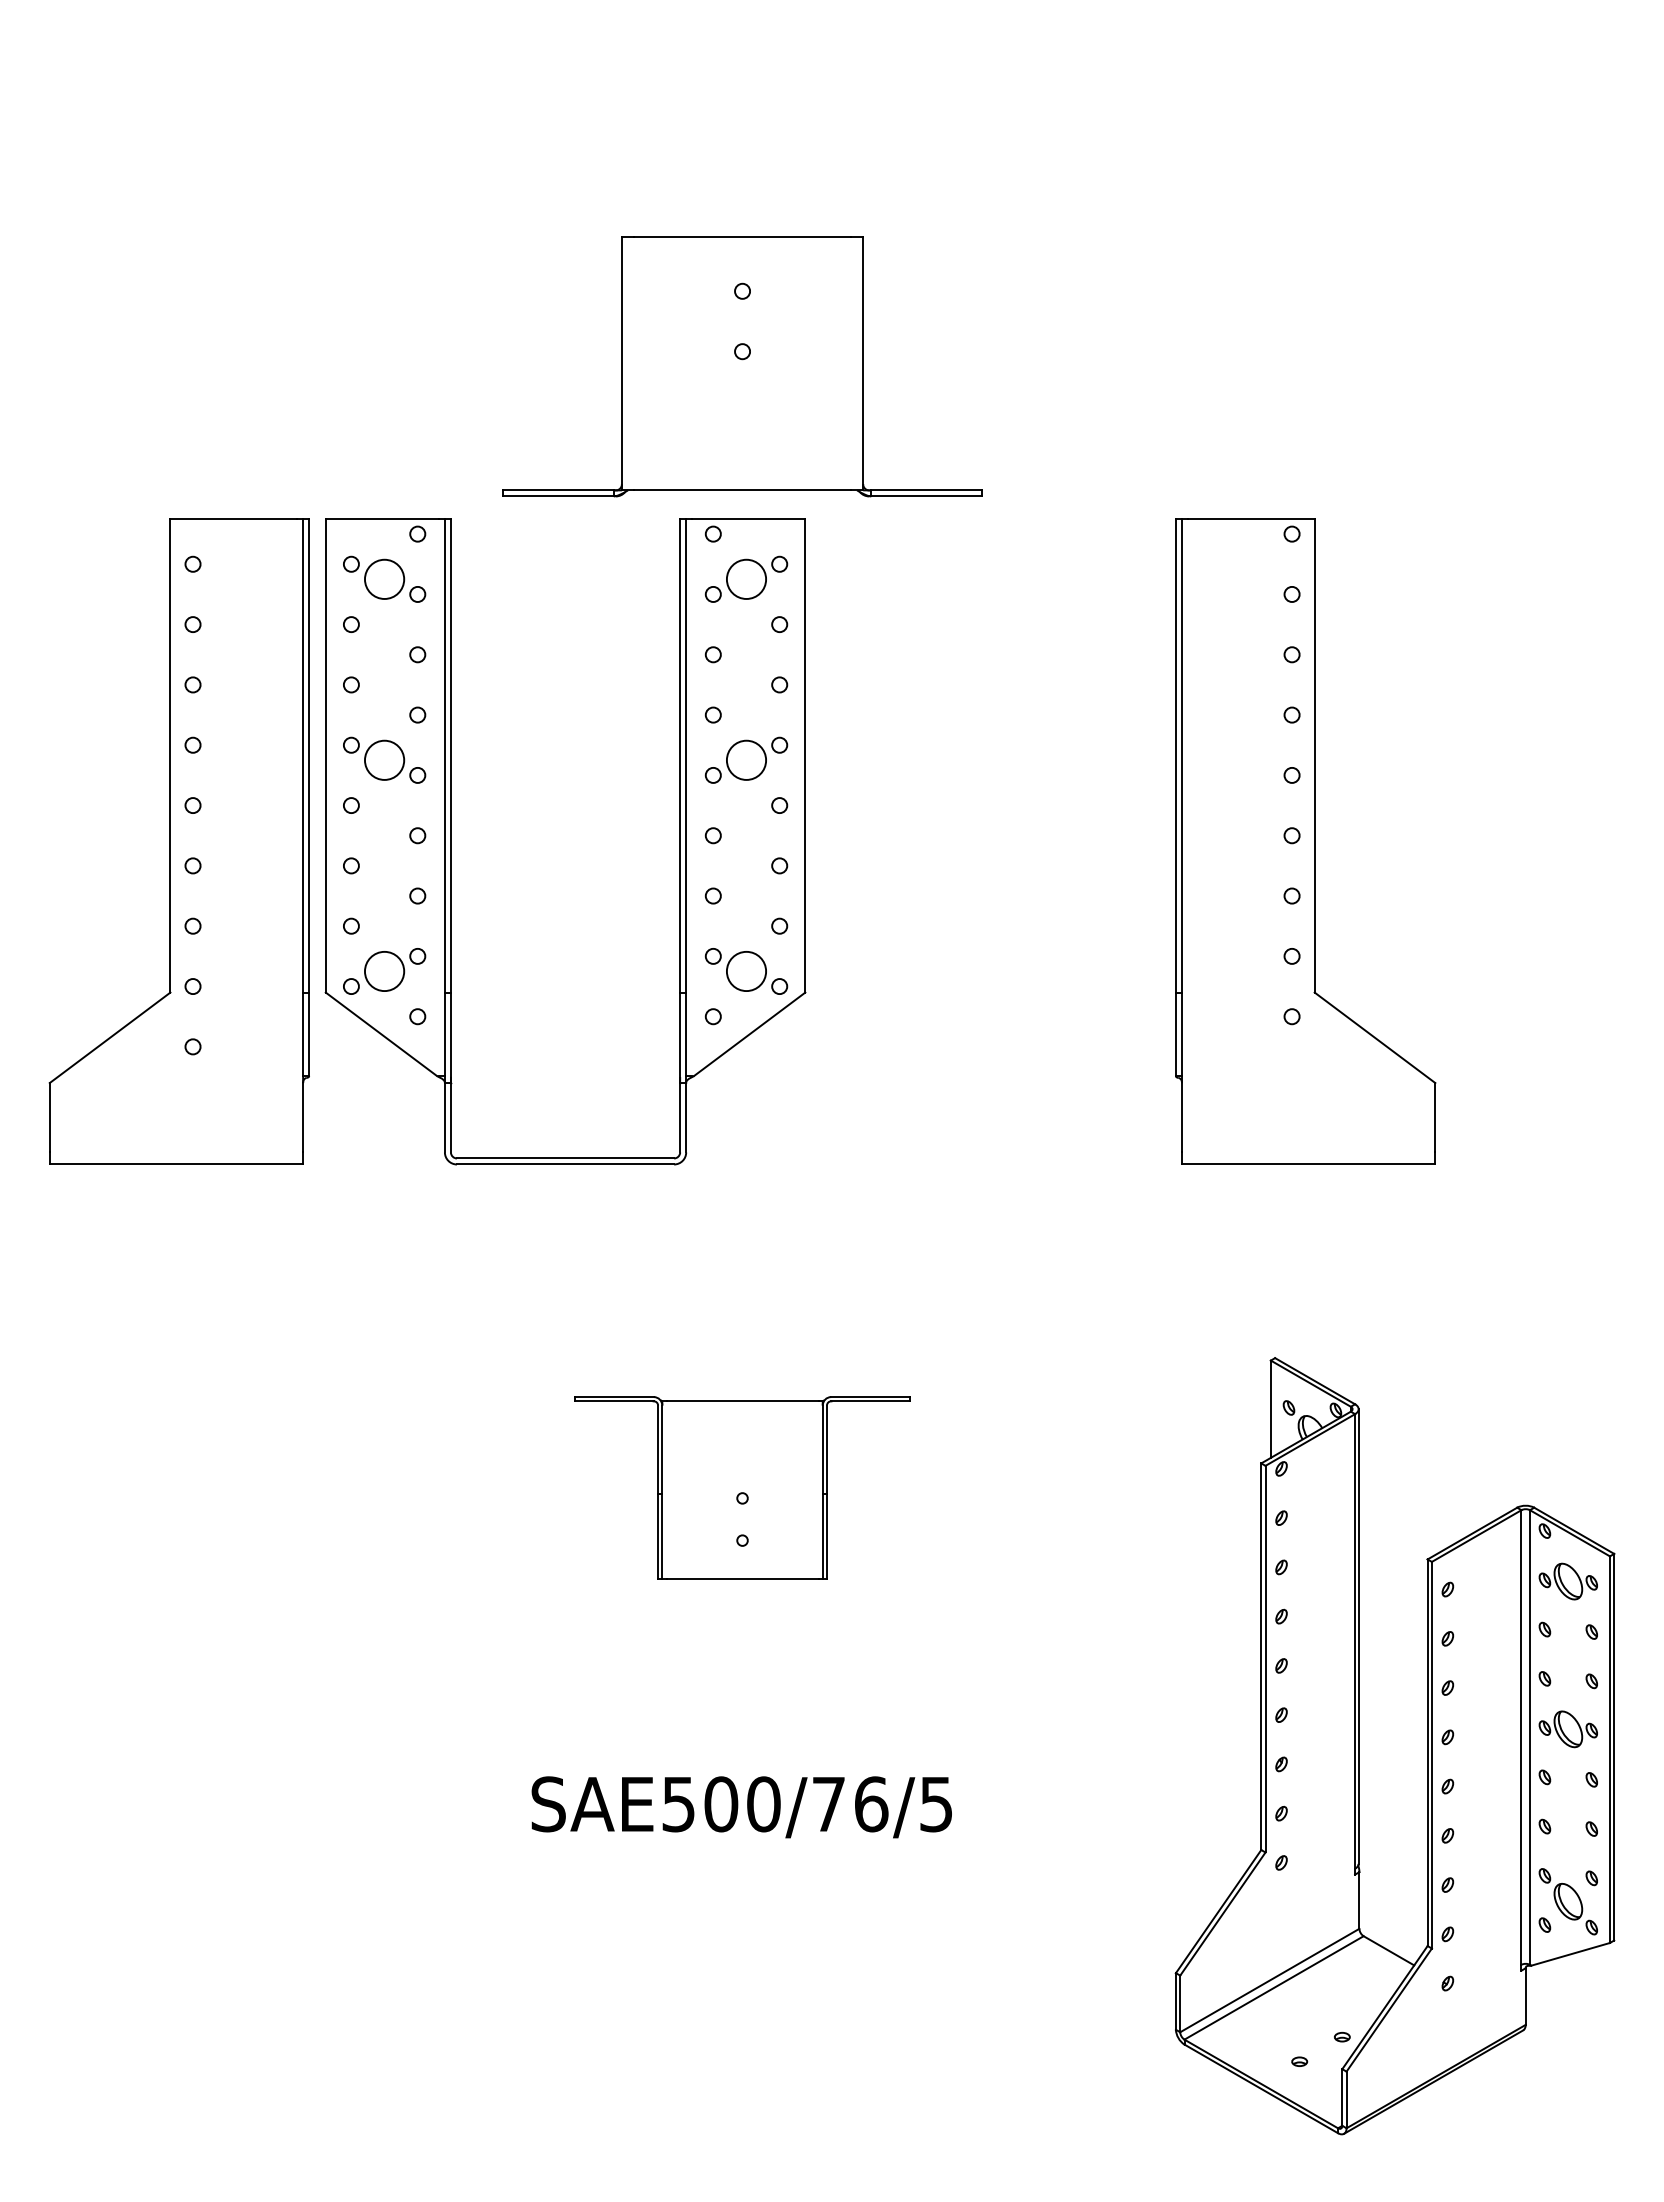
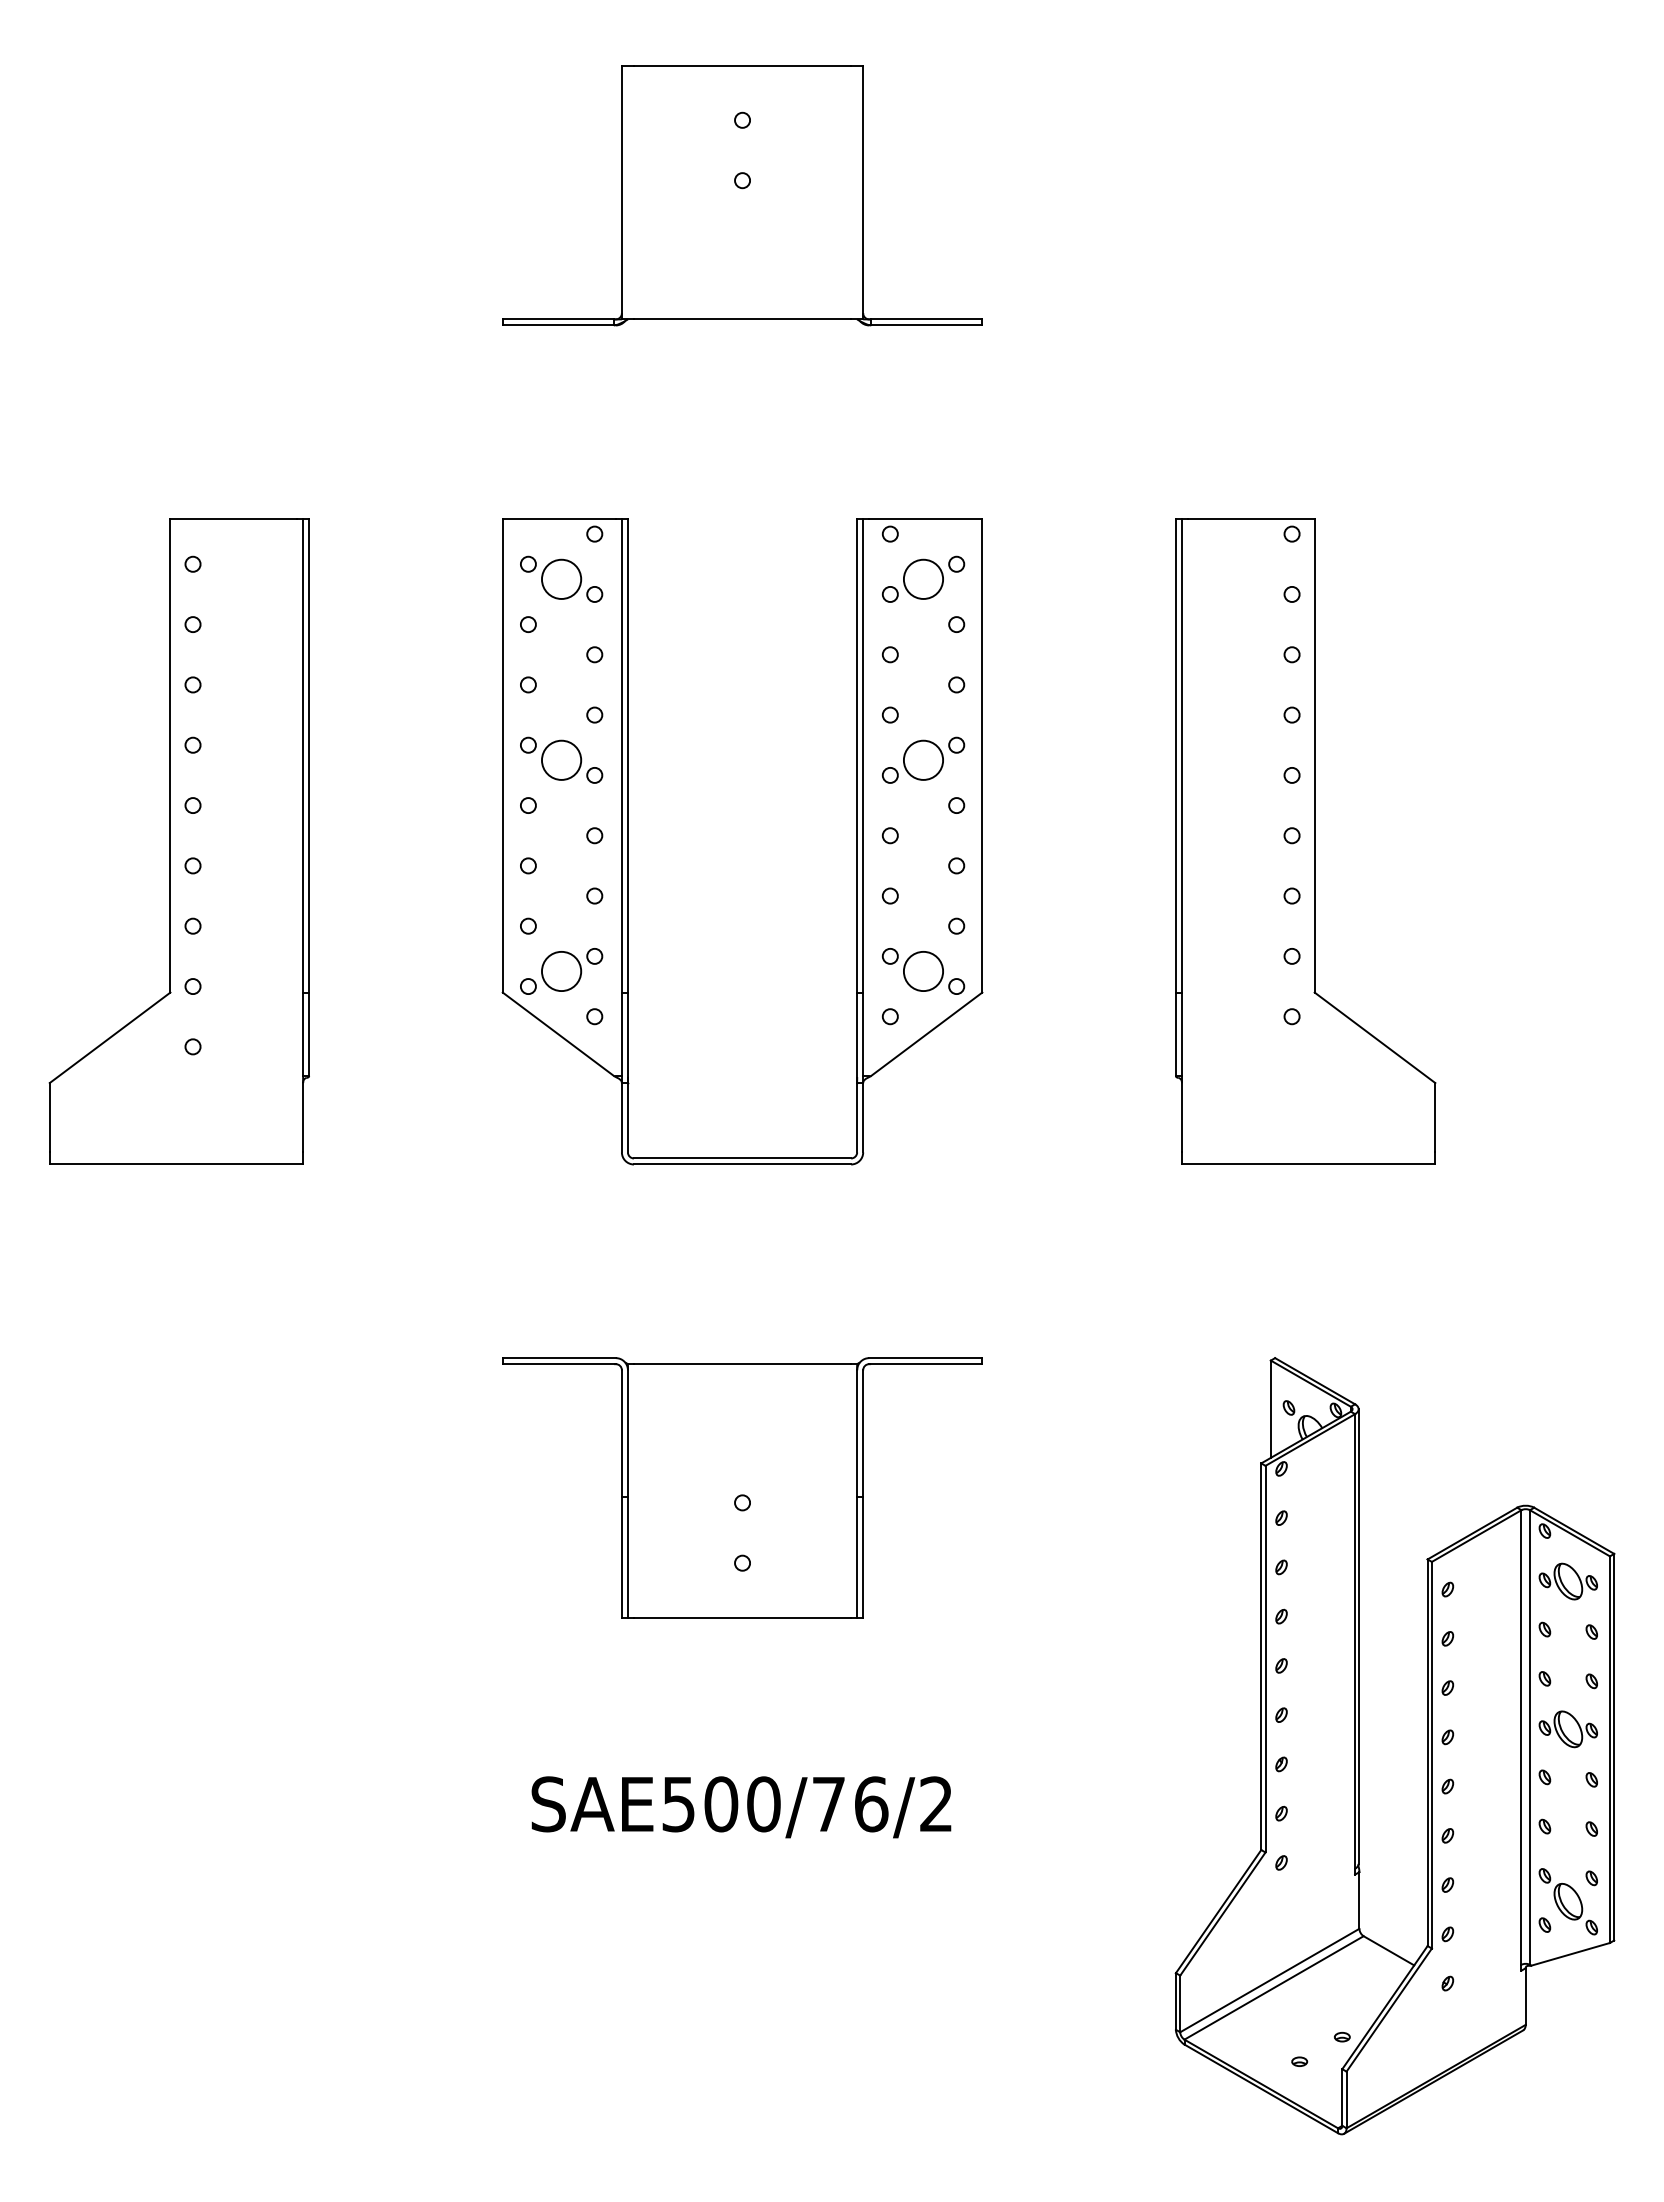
part at (742, 366) position: (742, 366) -> (742, 195)
part at (451, 841) position: (451, 841) -> (628, 841)
part at (742, 1487) size: 337x184 px -> 481x262 px
text at (935, 1804): SAE500/76/5 -> SAE500/76/2
